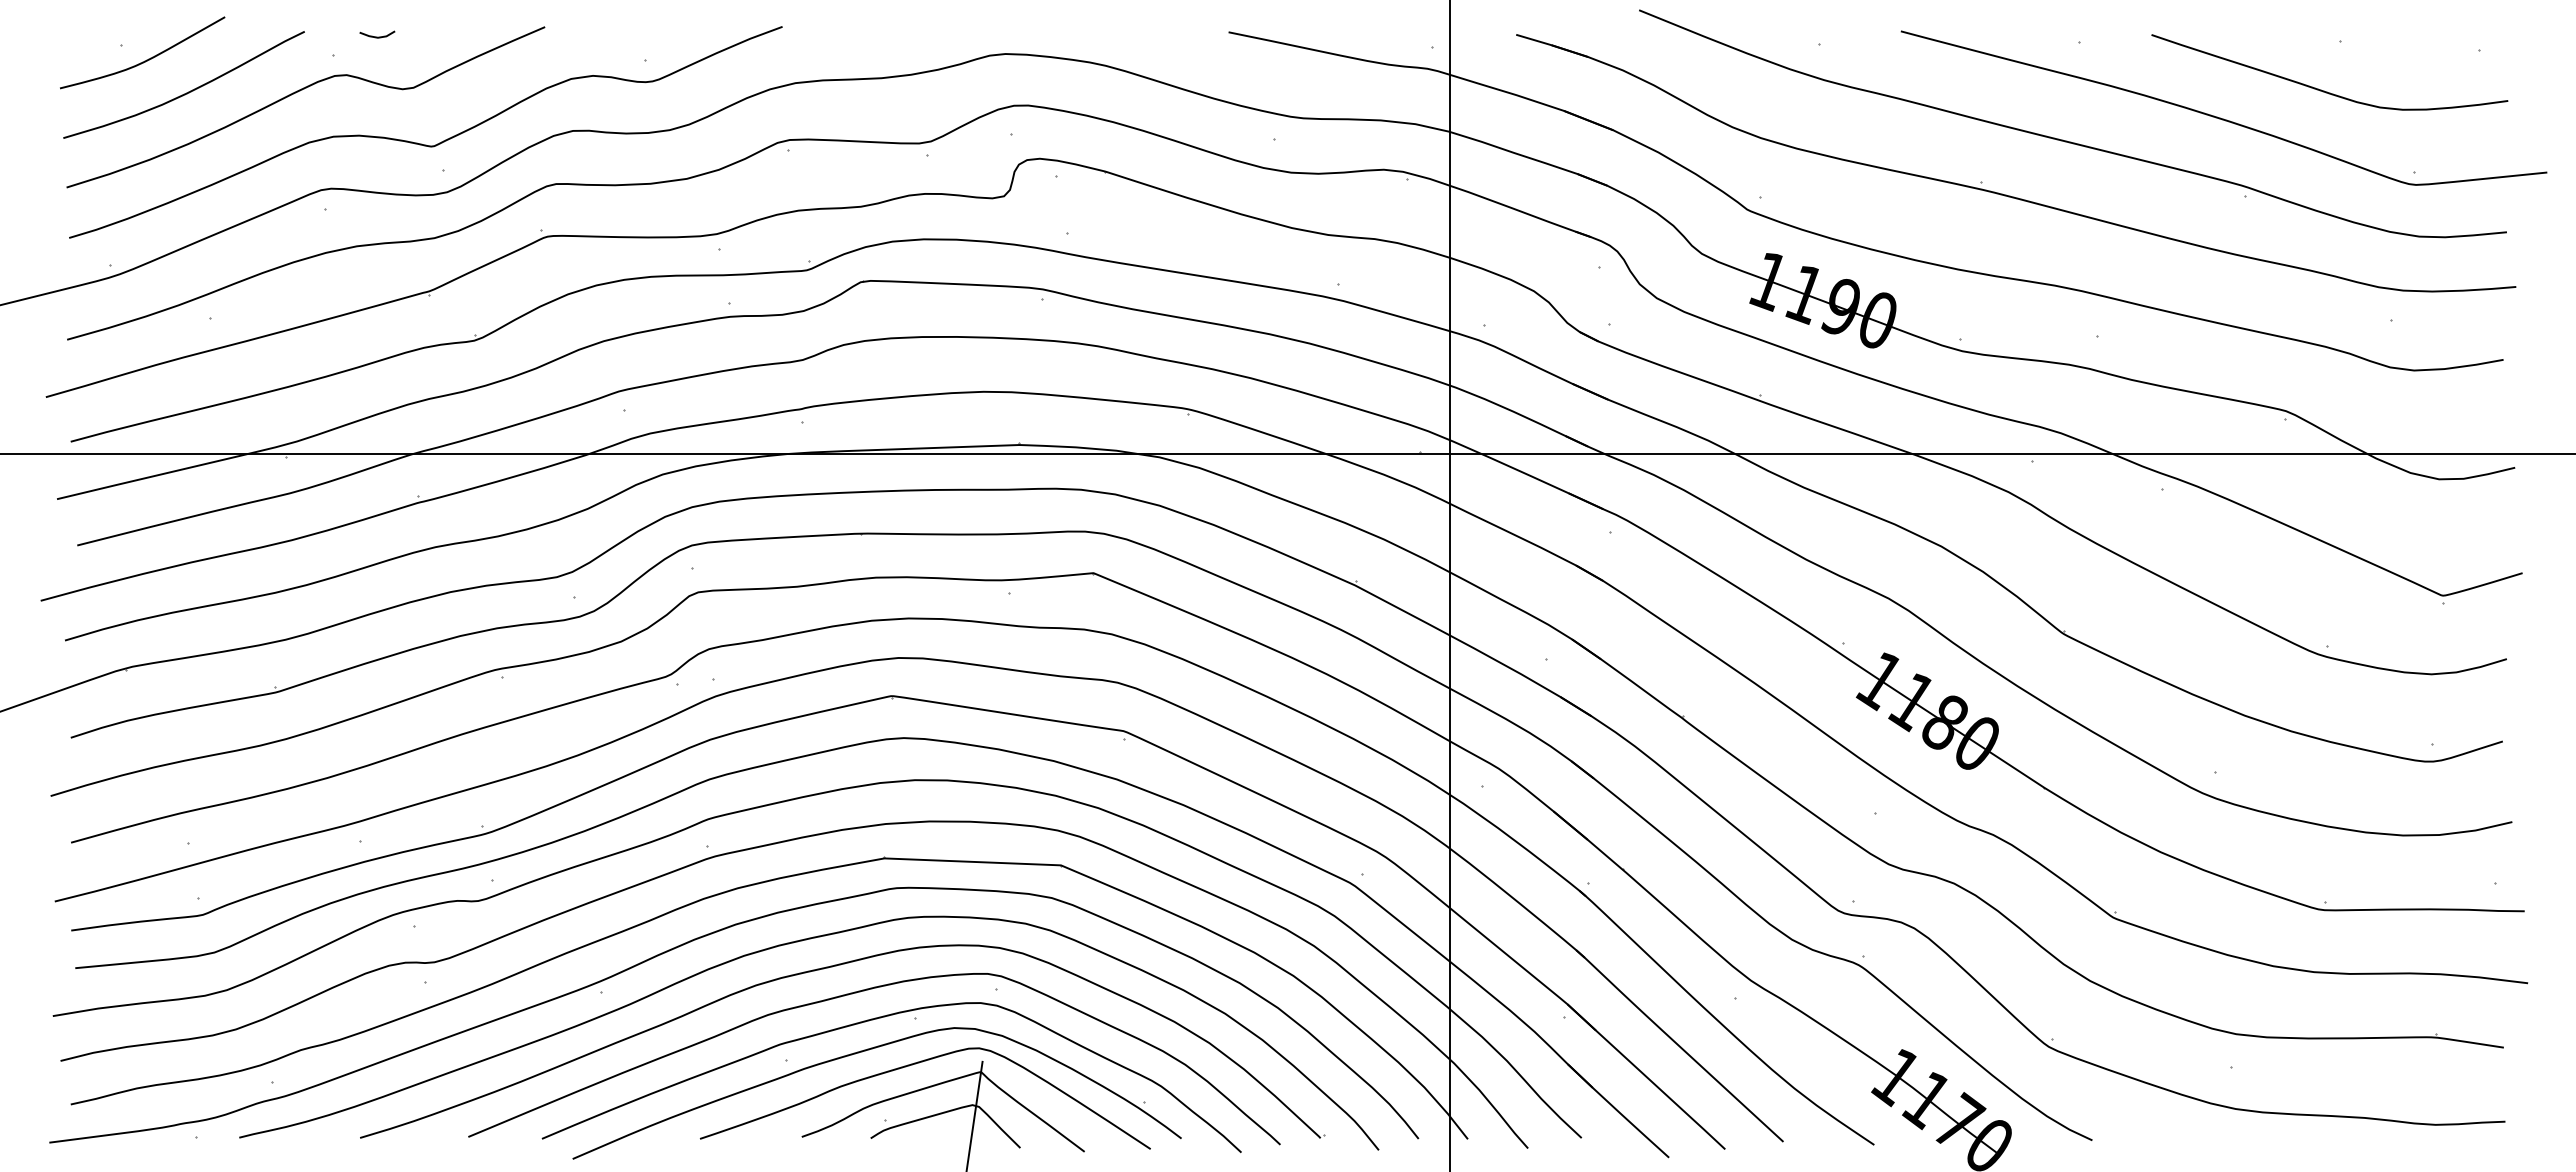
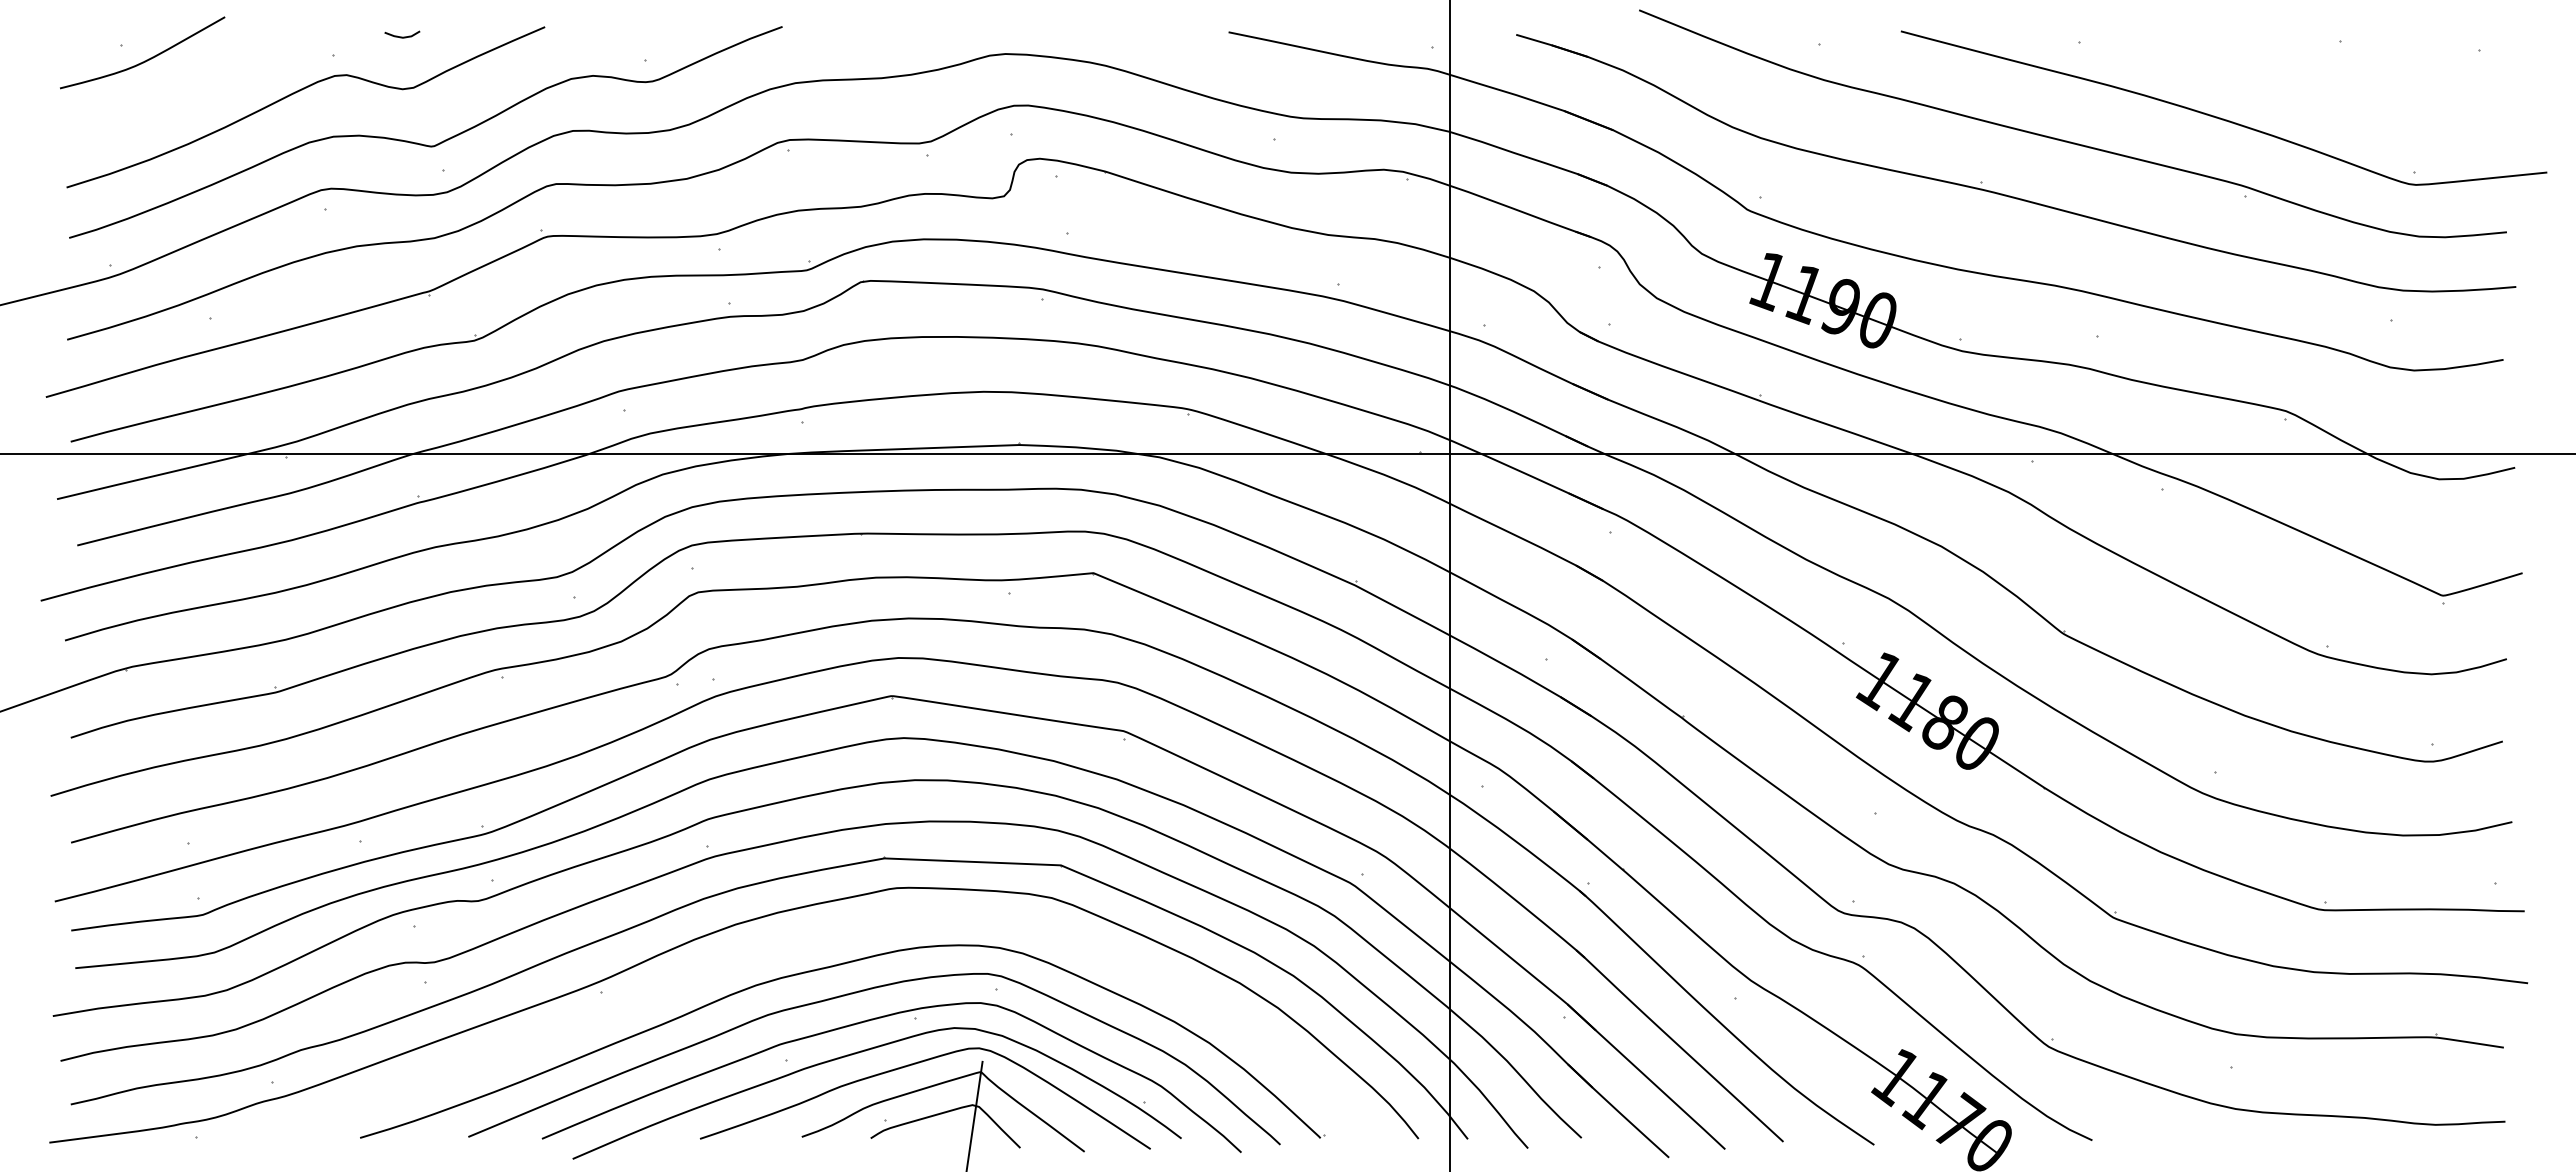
line at (377, 36) position: (377, 36) -> (402, 36)
curve at (2324, 90): present -> none
curve at (186, 92): present -> none
curve at (789, 944): present -> none
